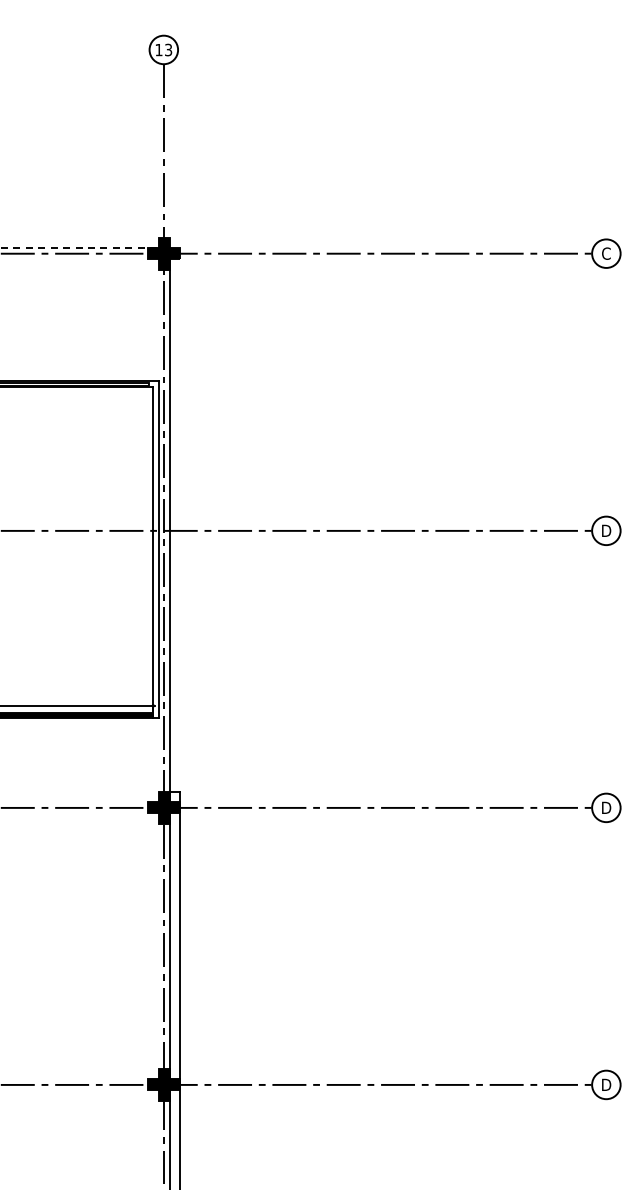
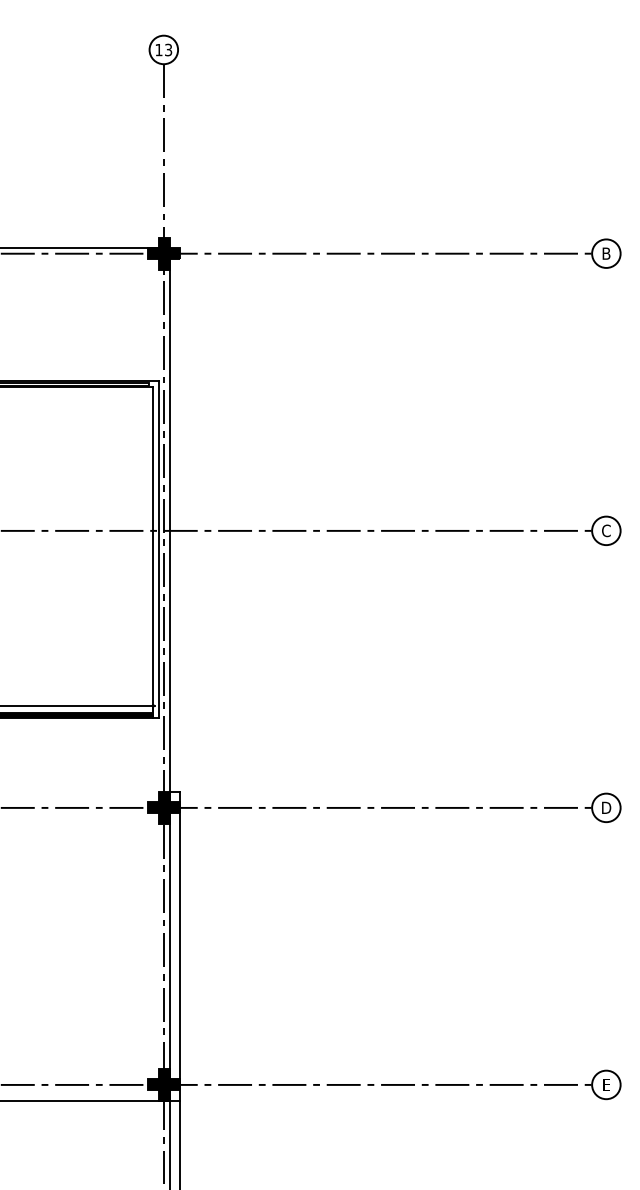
line at (84, 248): dashed -> solid
text at (606, 253): C -> B
text at (606, 530): D -> C
text at (606, 1084): D -> E
line at (91, 1101): none -> present
